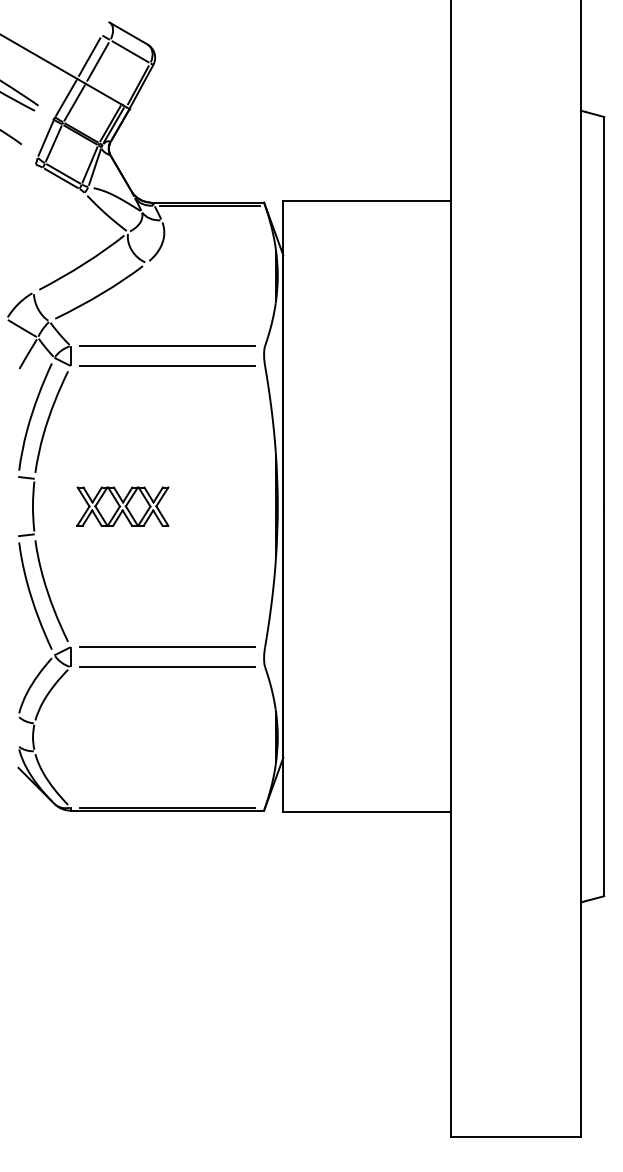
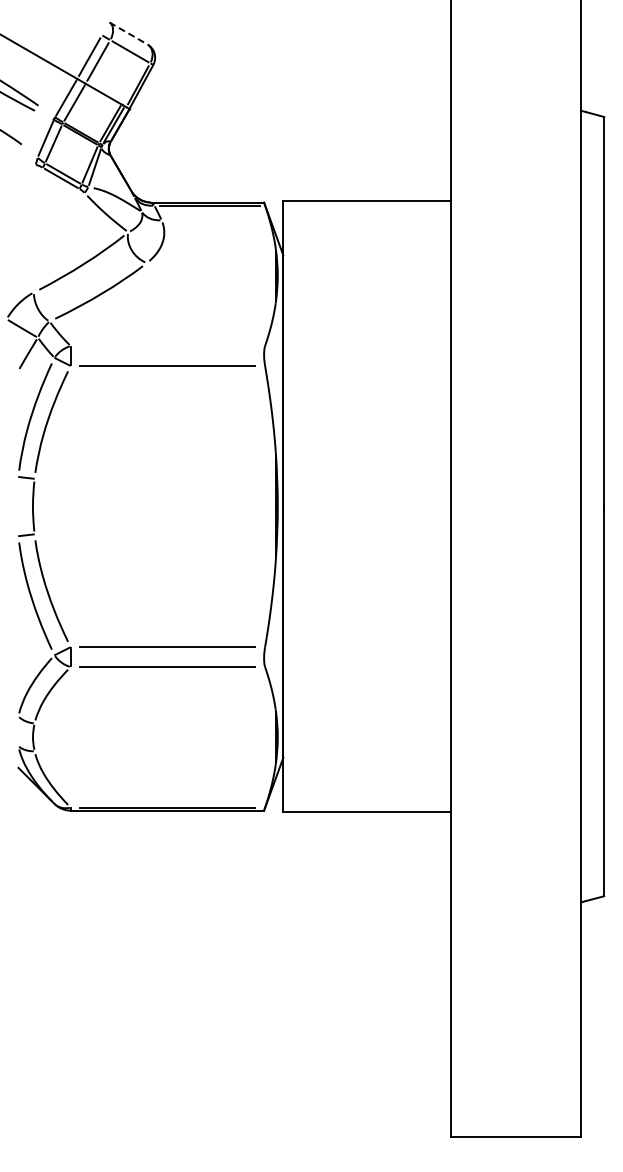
line at (128, 33): solid -> dashed
line at (167, 346): present -> none
part at (122, 506): present -> none
